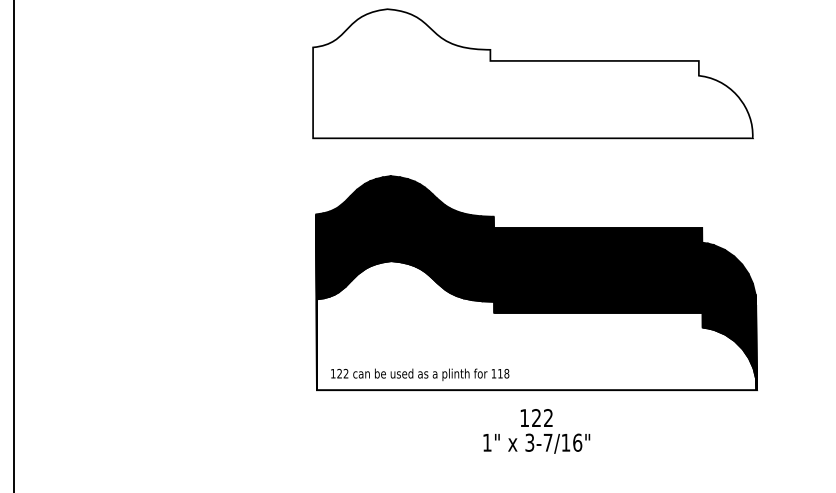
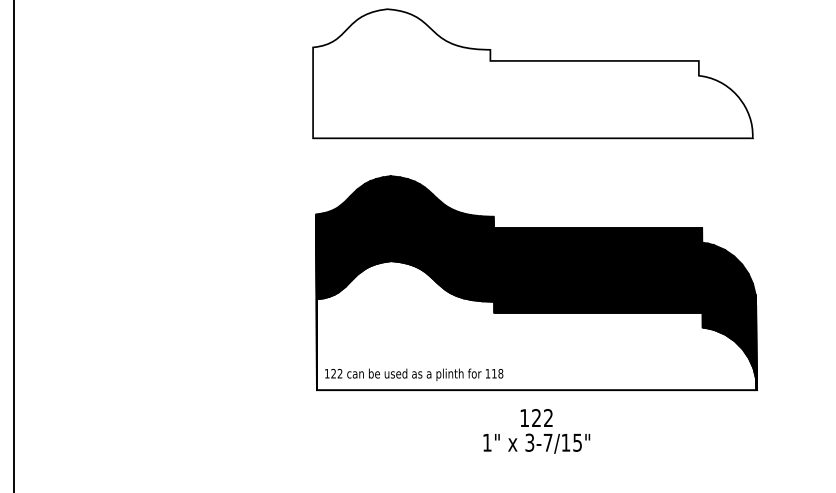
text at (420, 374) position: (420, 374) -> (414, 374)
text at (577, 442): 3-7/16" -> 3-7/15"
